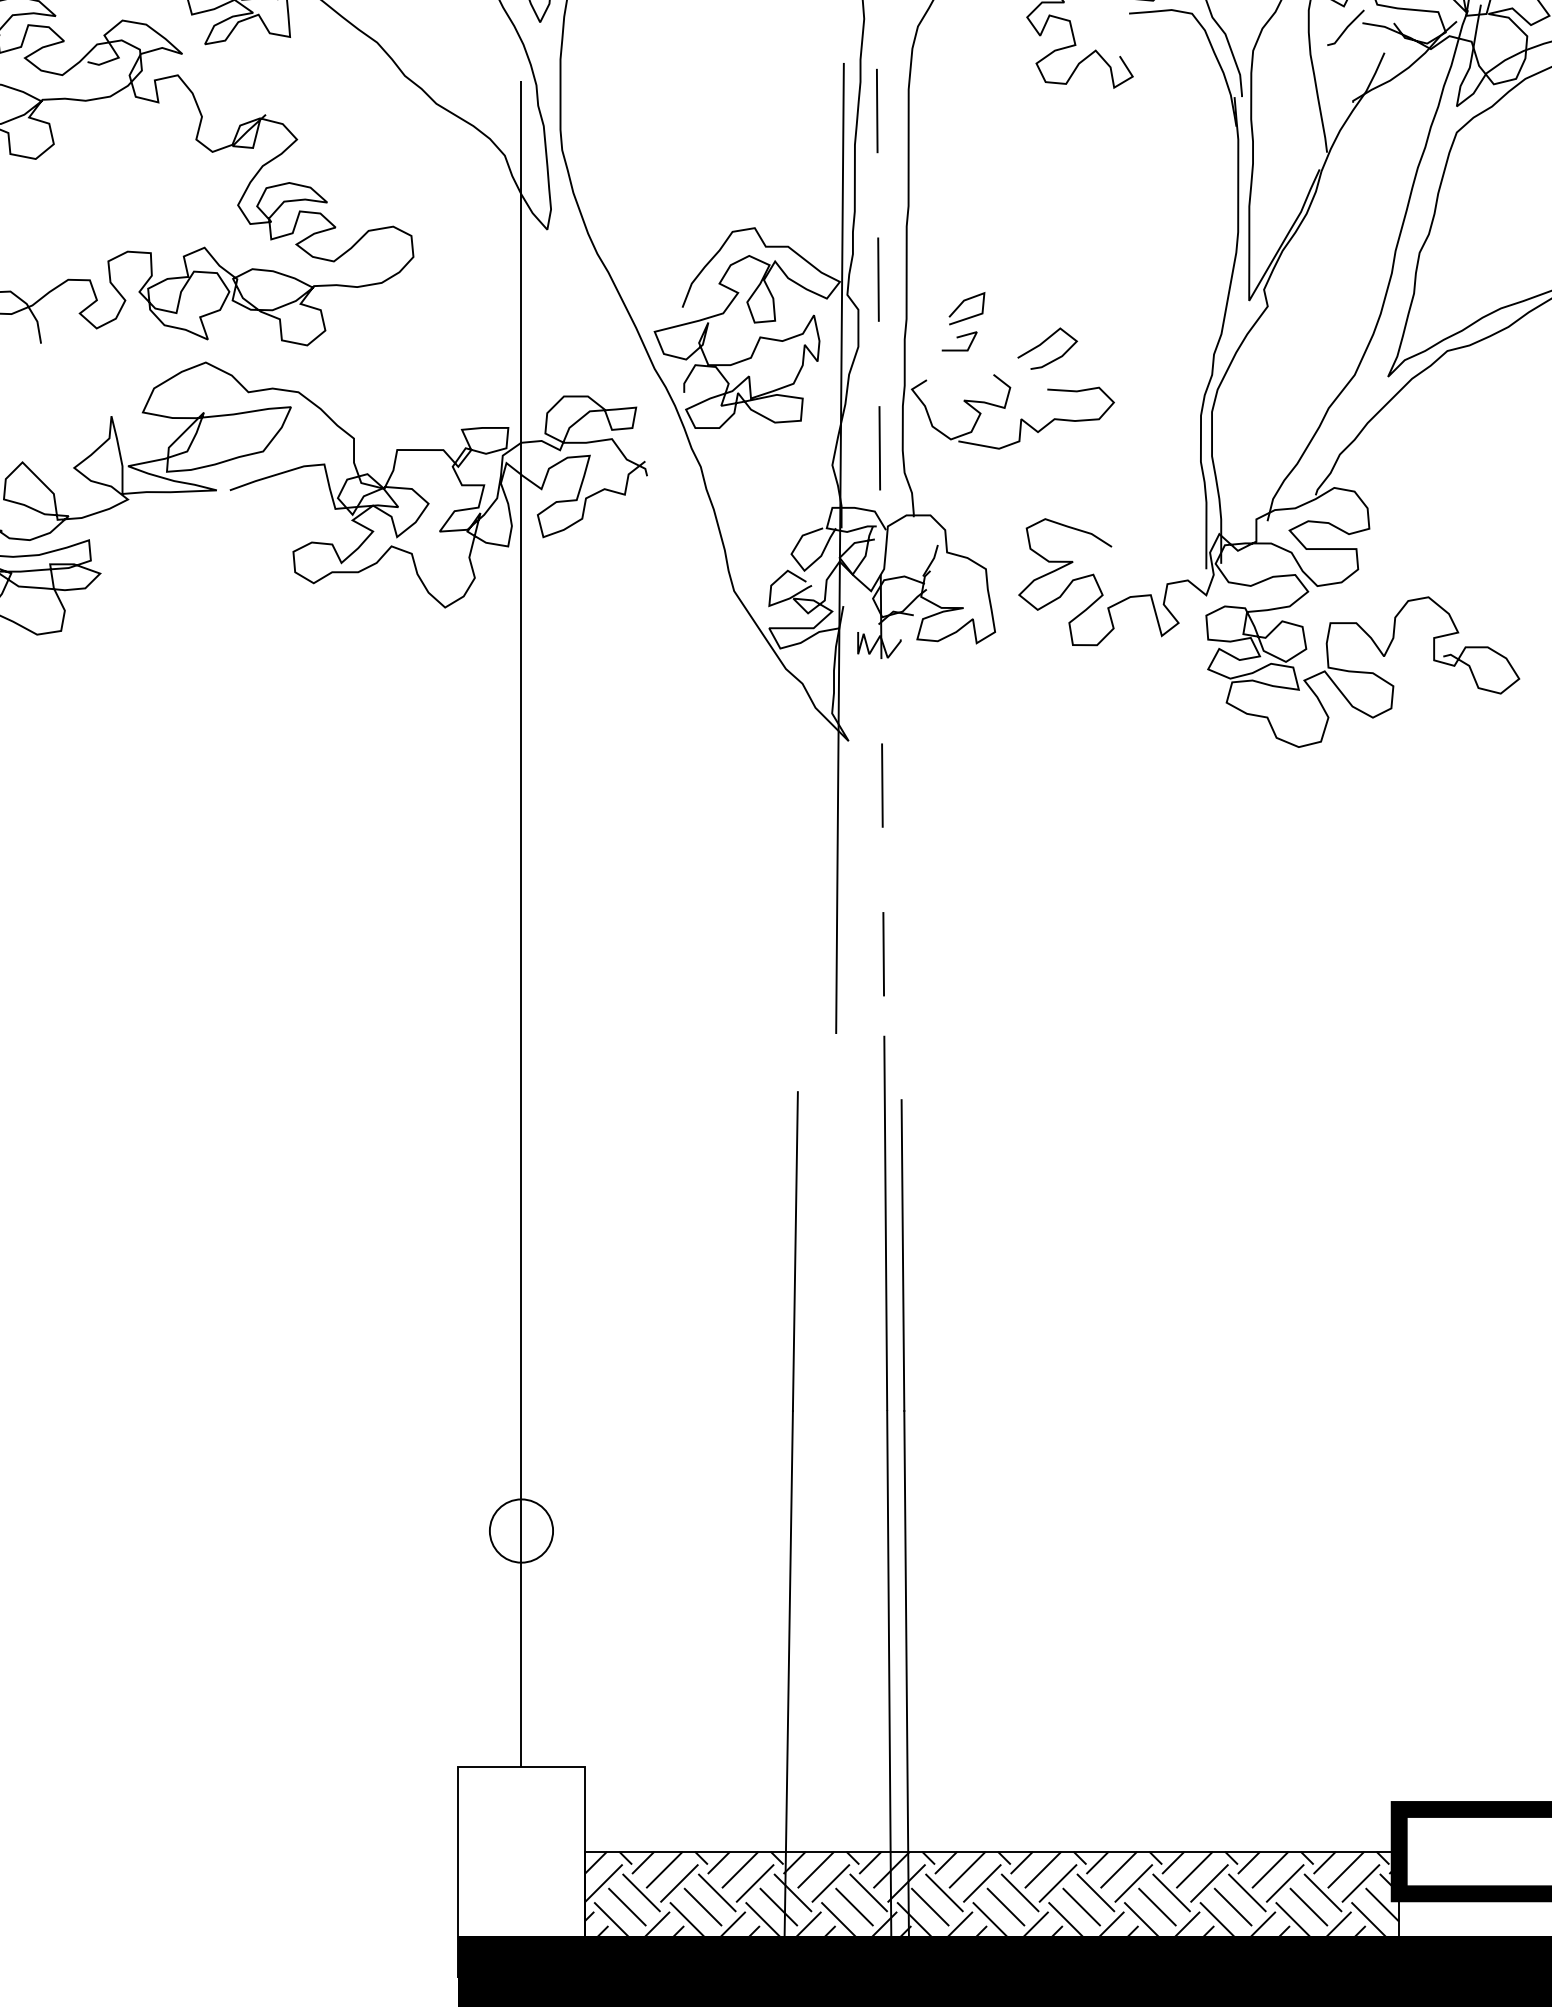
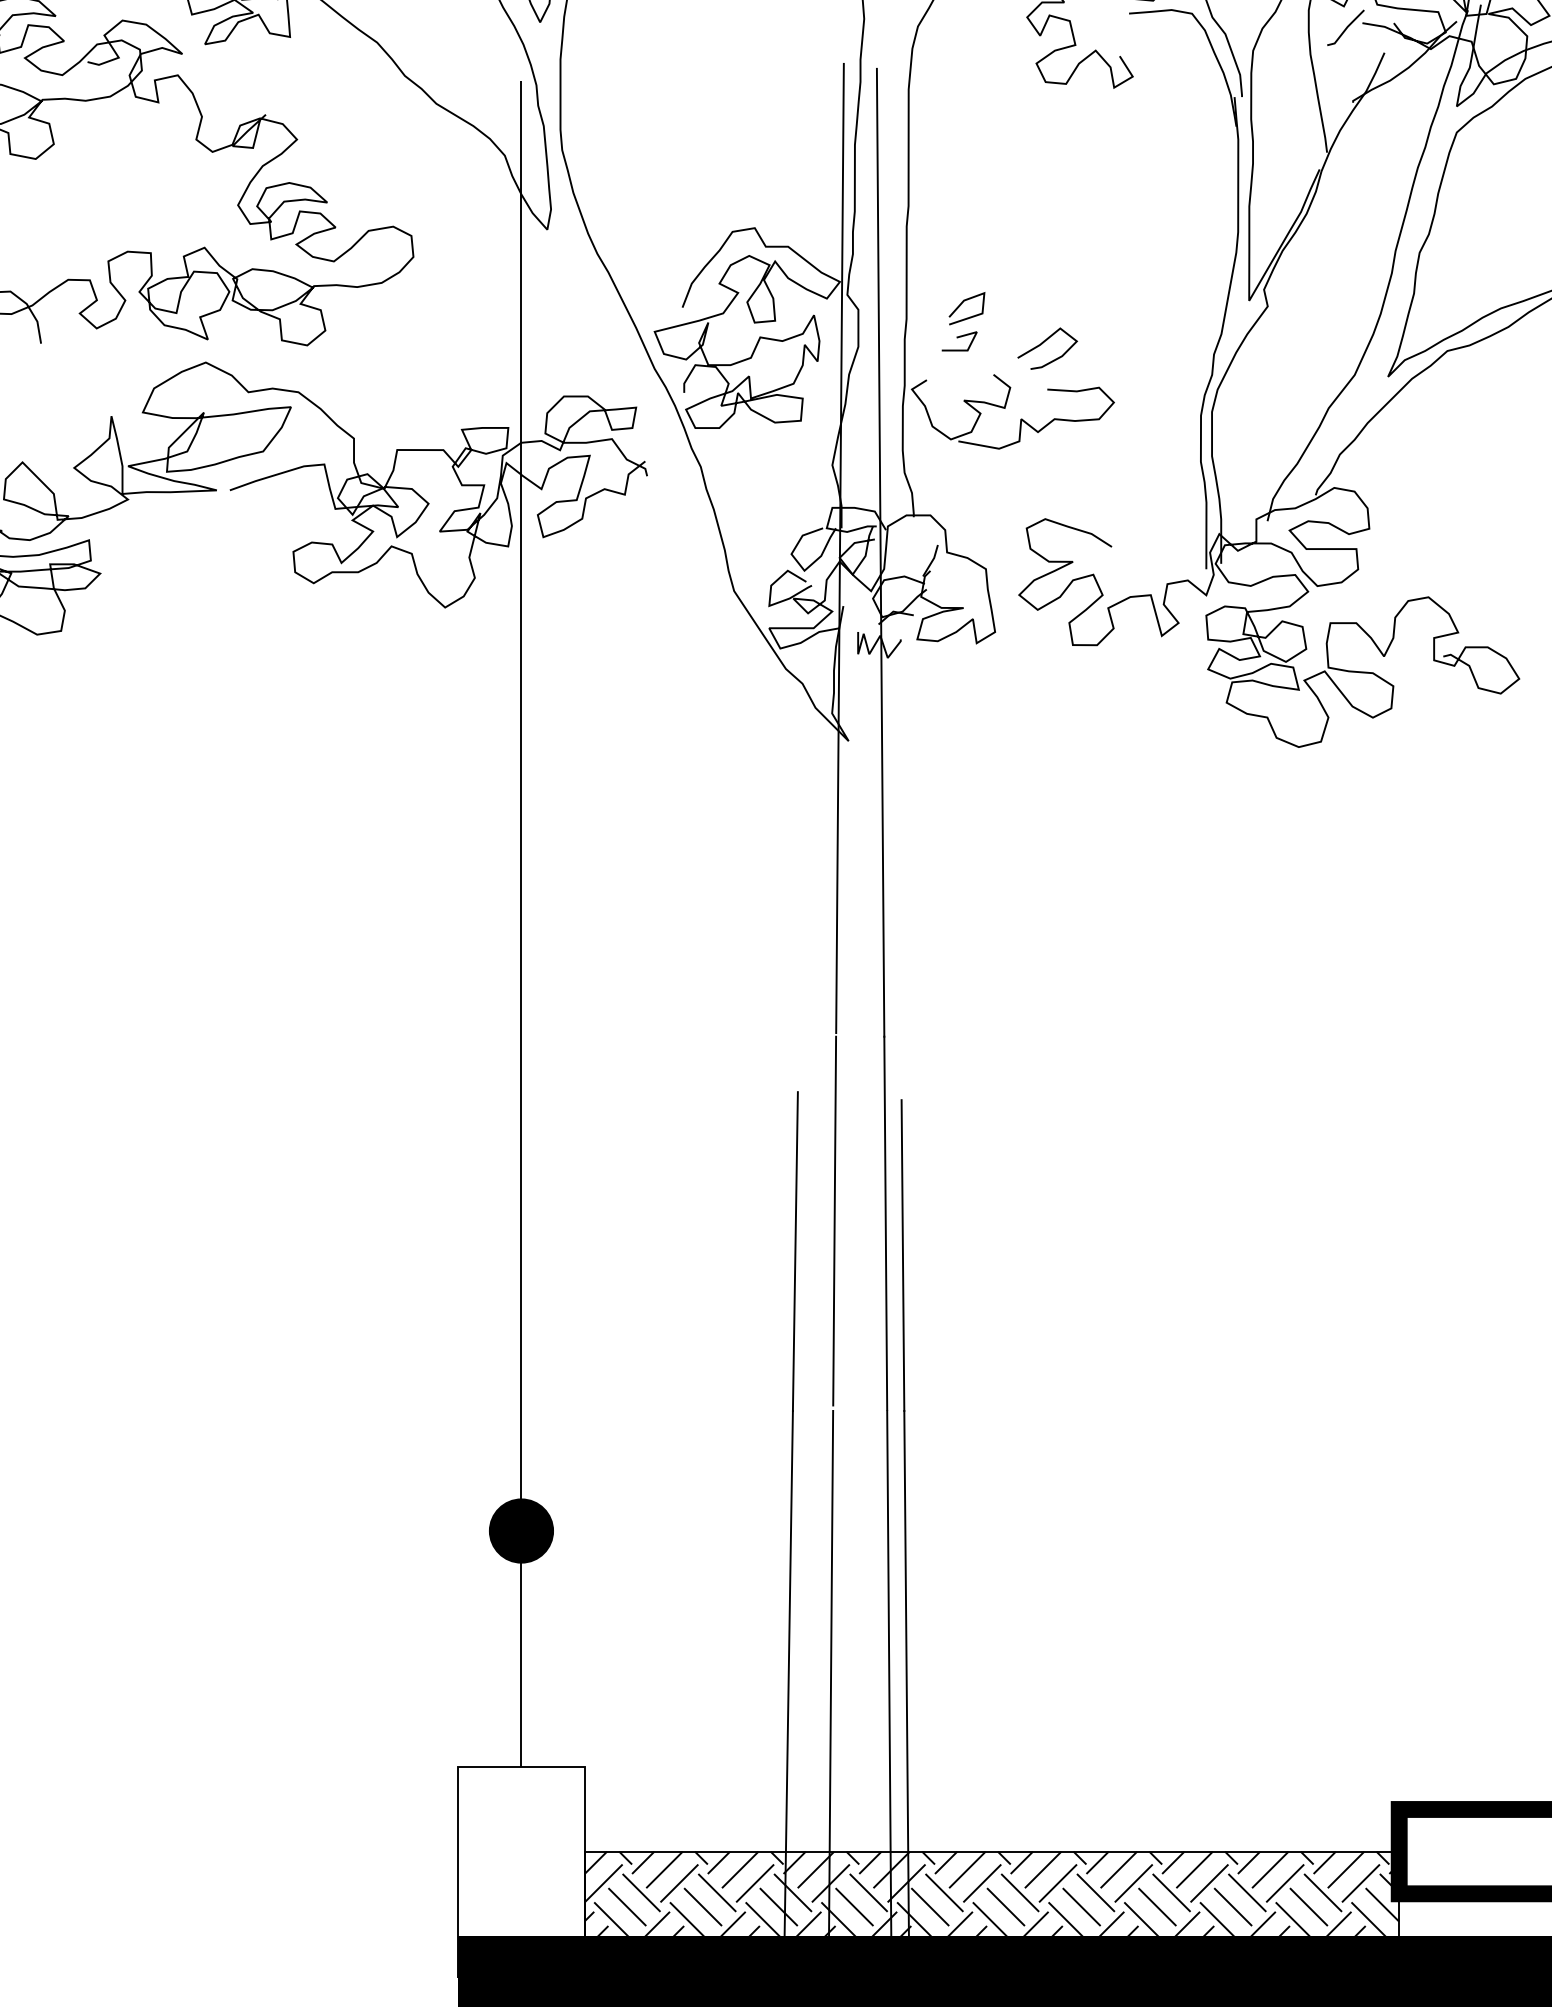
line at (880, 552): dashed -> solid
line at (834, 1220): none -> present
fill at (521, 1530): none -> present
line at (830, 1684): none -> present
